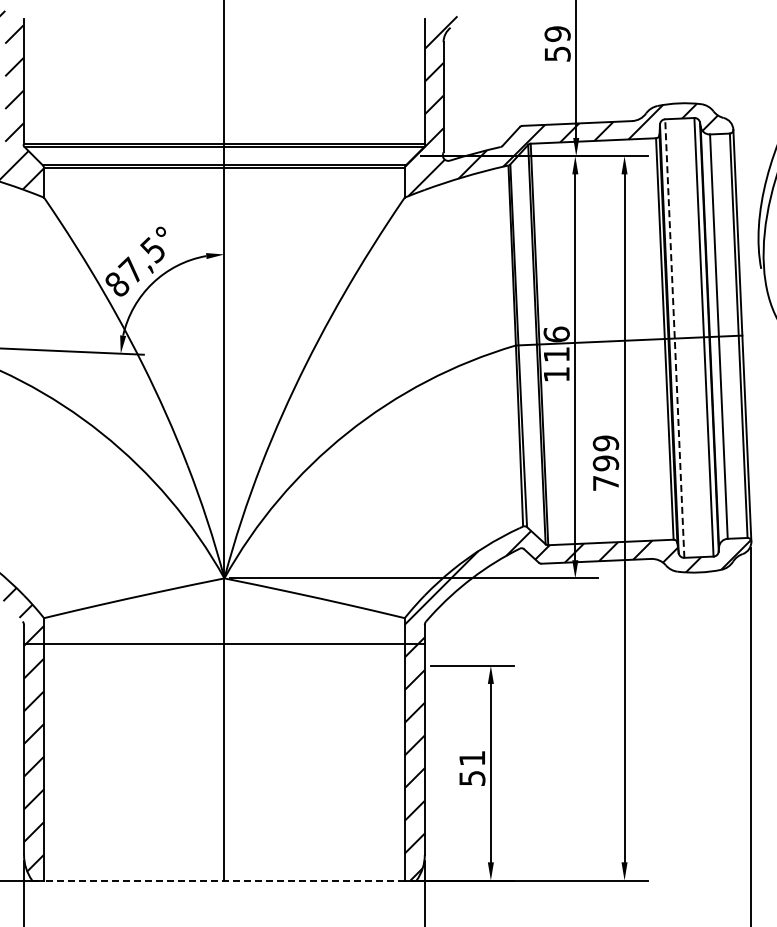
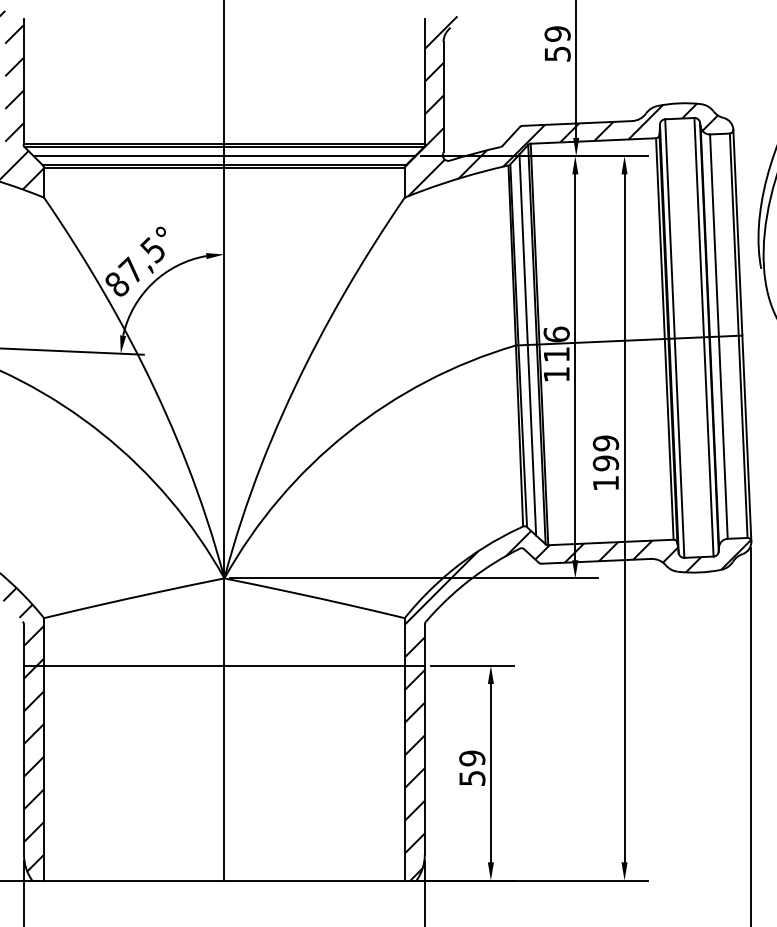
line at (224, 156): none -> present
line at (674, 338): dashed -> solid
line at (527, 344): none -> present
text at (605, 483): 799 -> 199
line at (224, 643) position: (224, 643) -> (224, 665)
text at (472, 758): 51 -> 59
line at (223, 880): dashed -> solid
